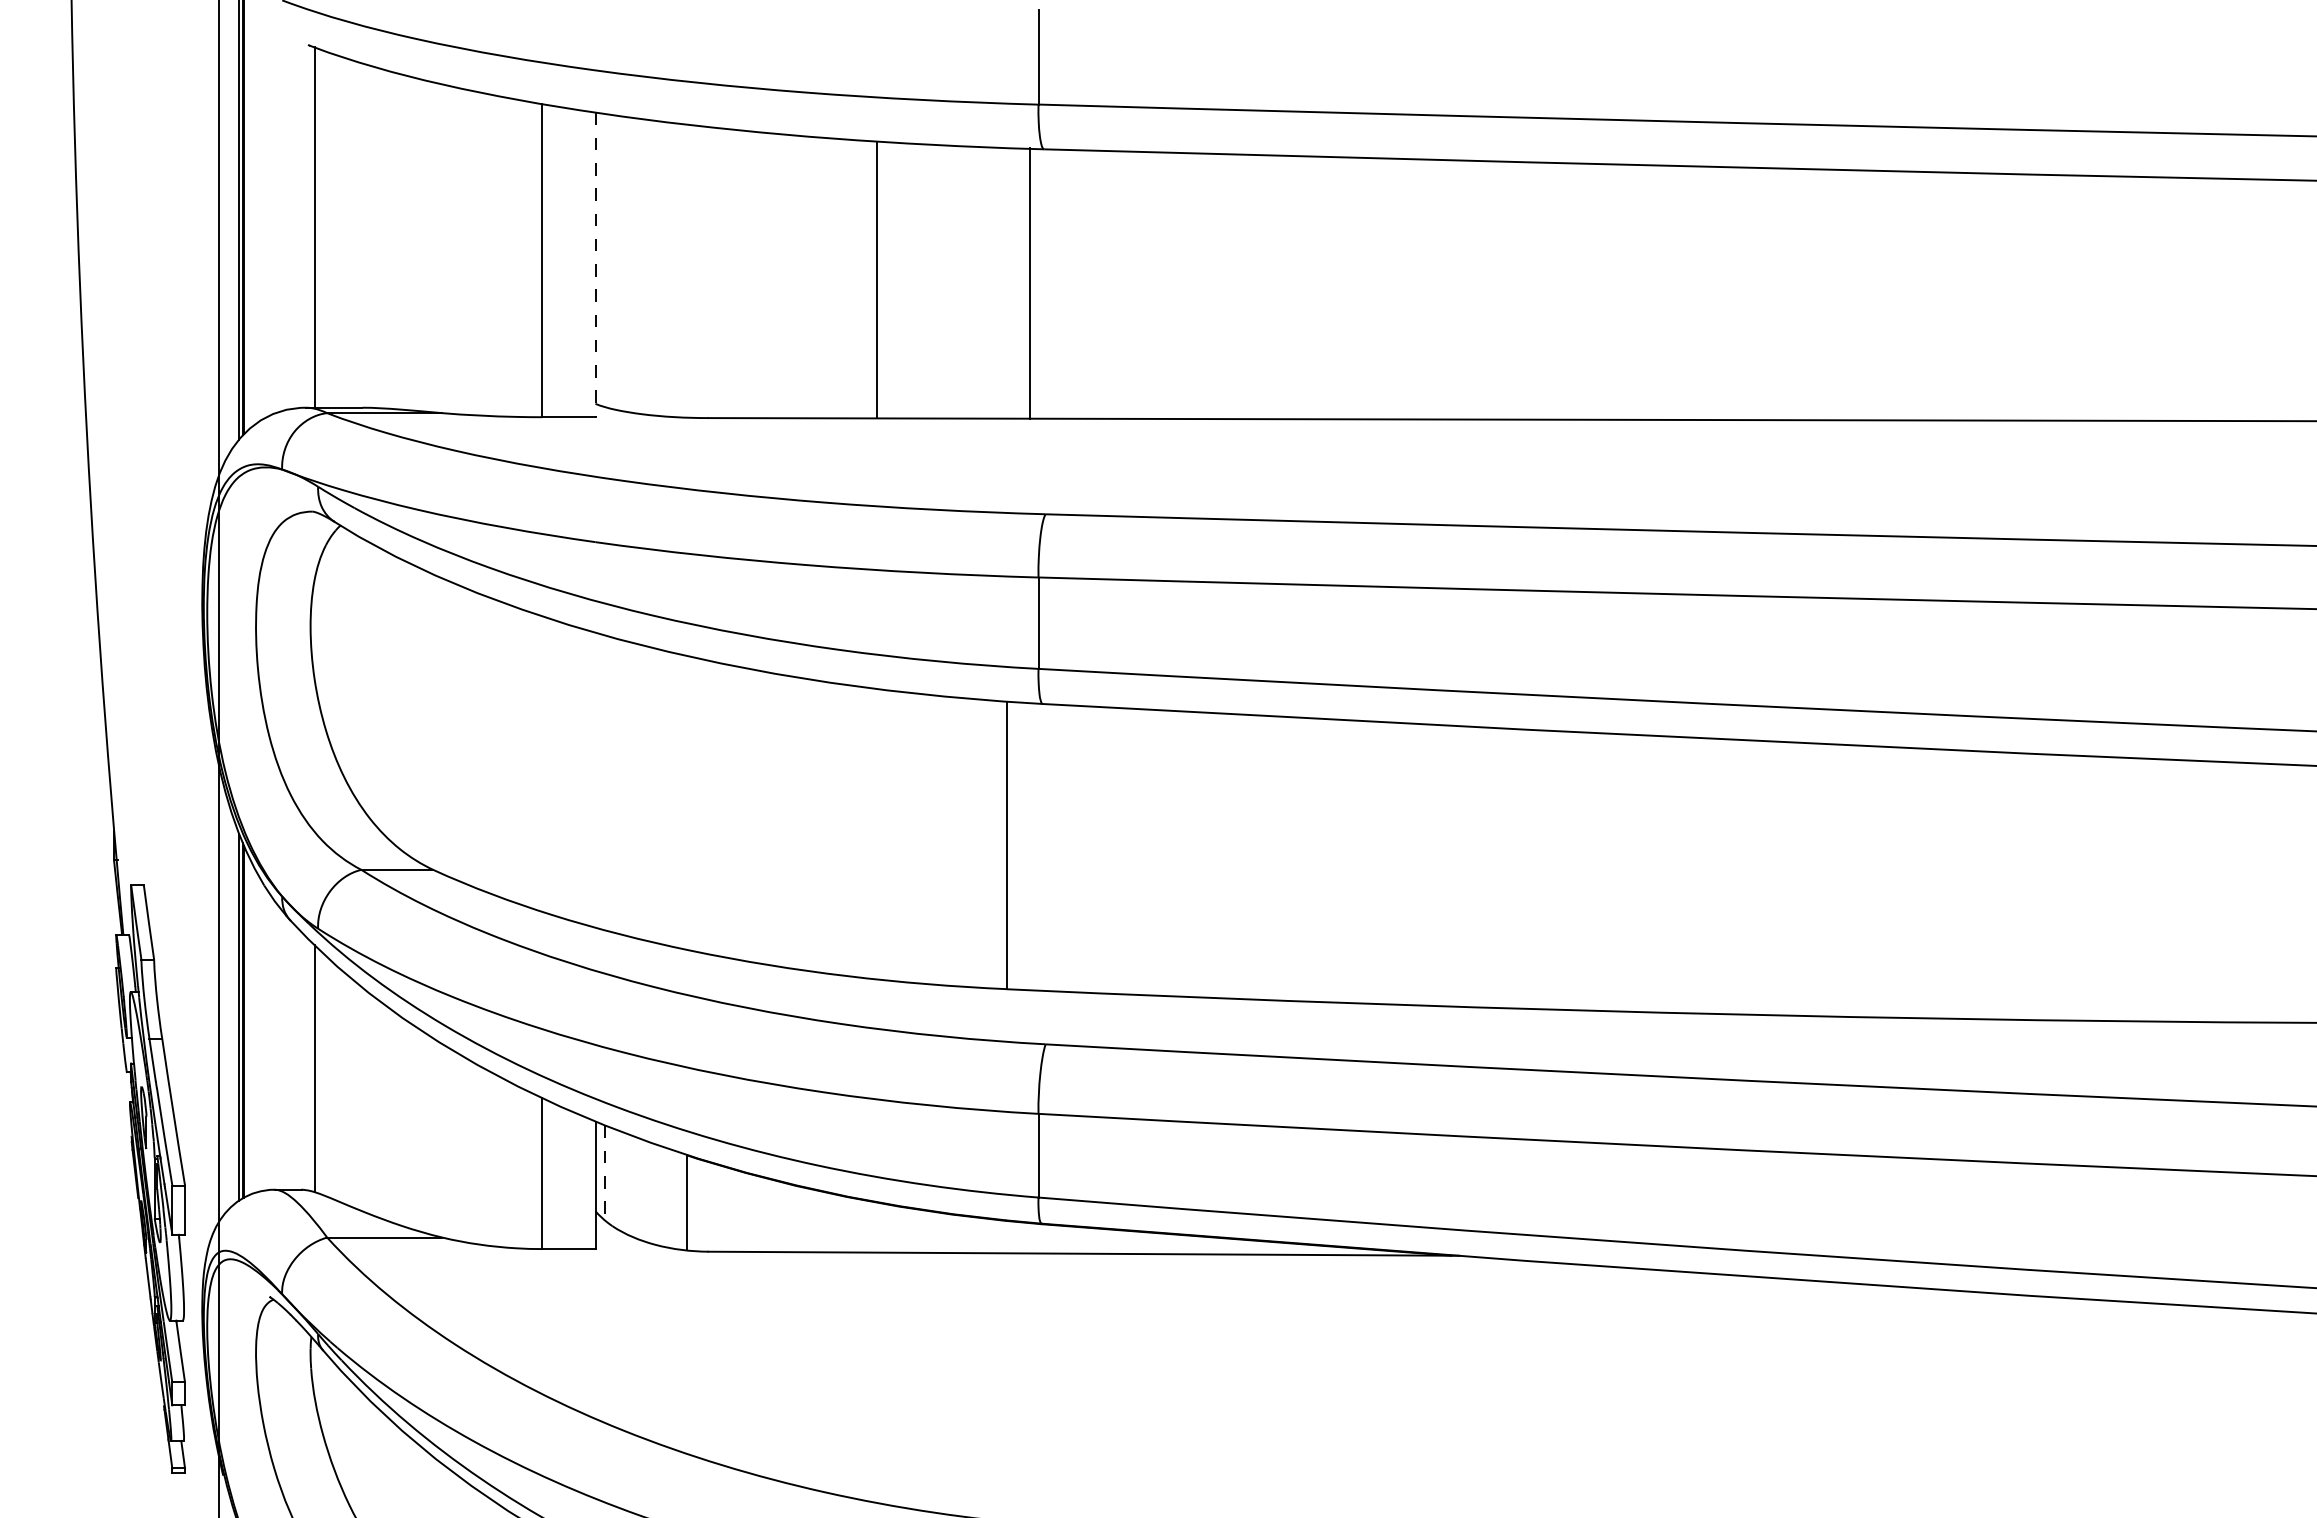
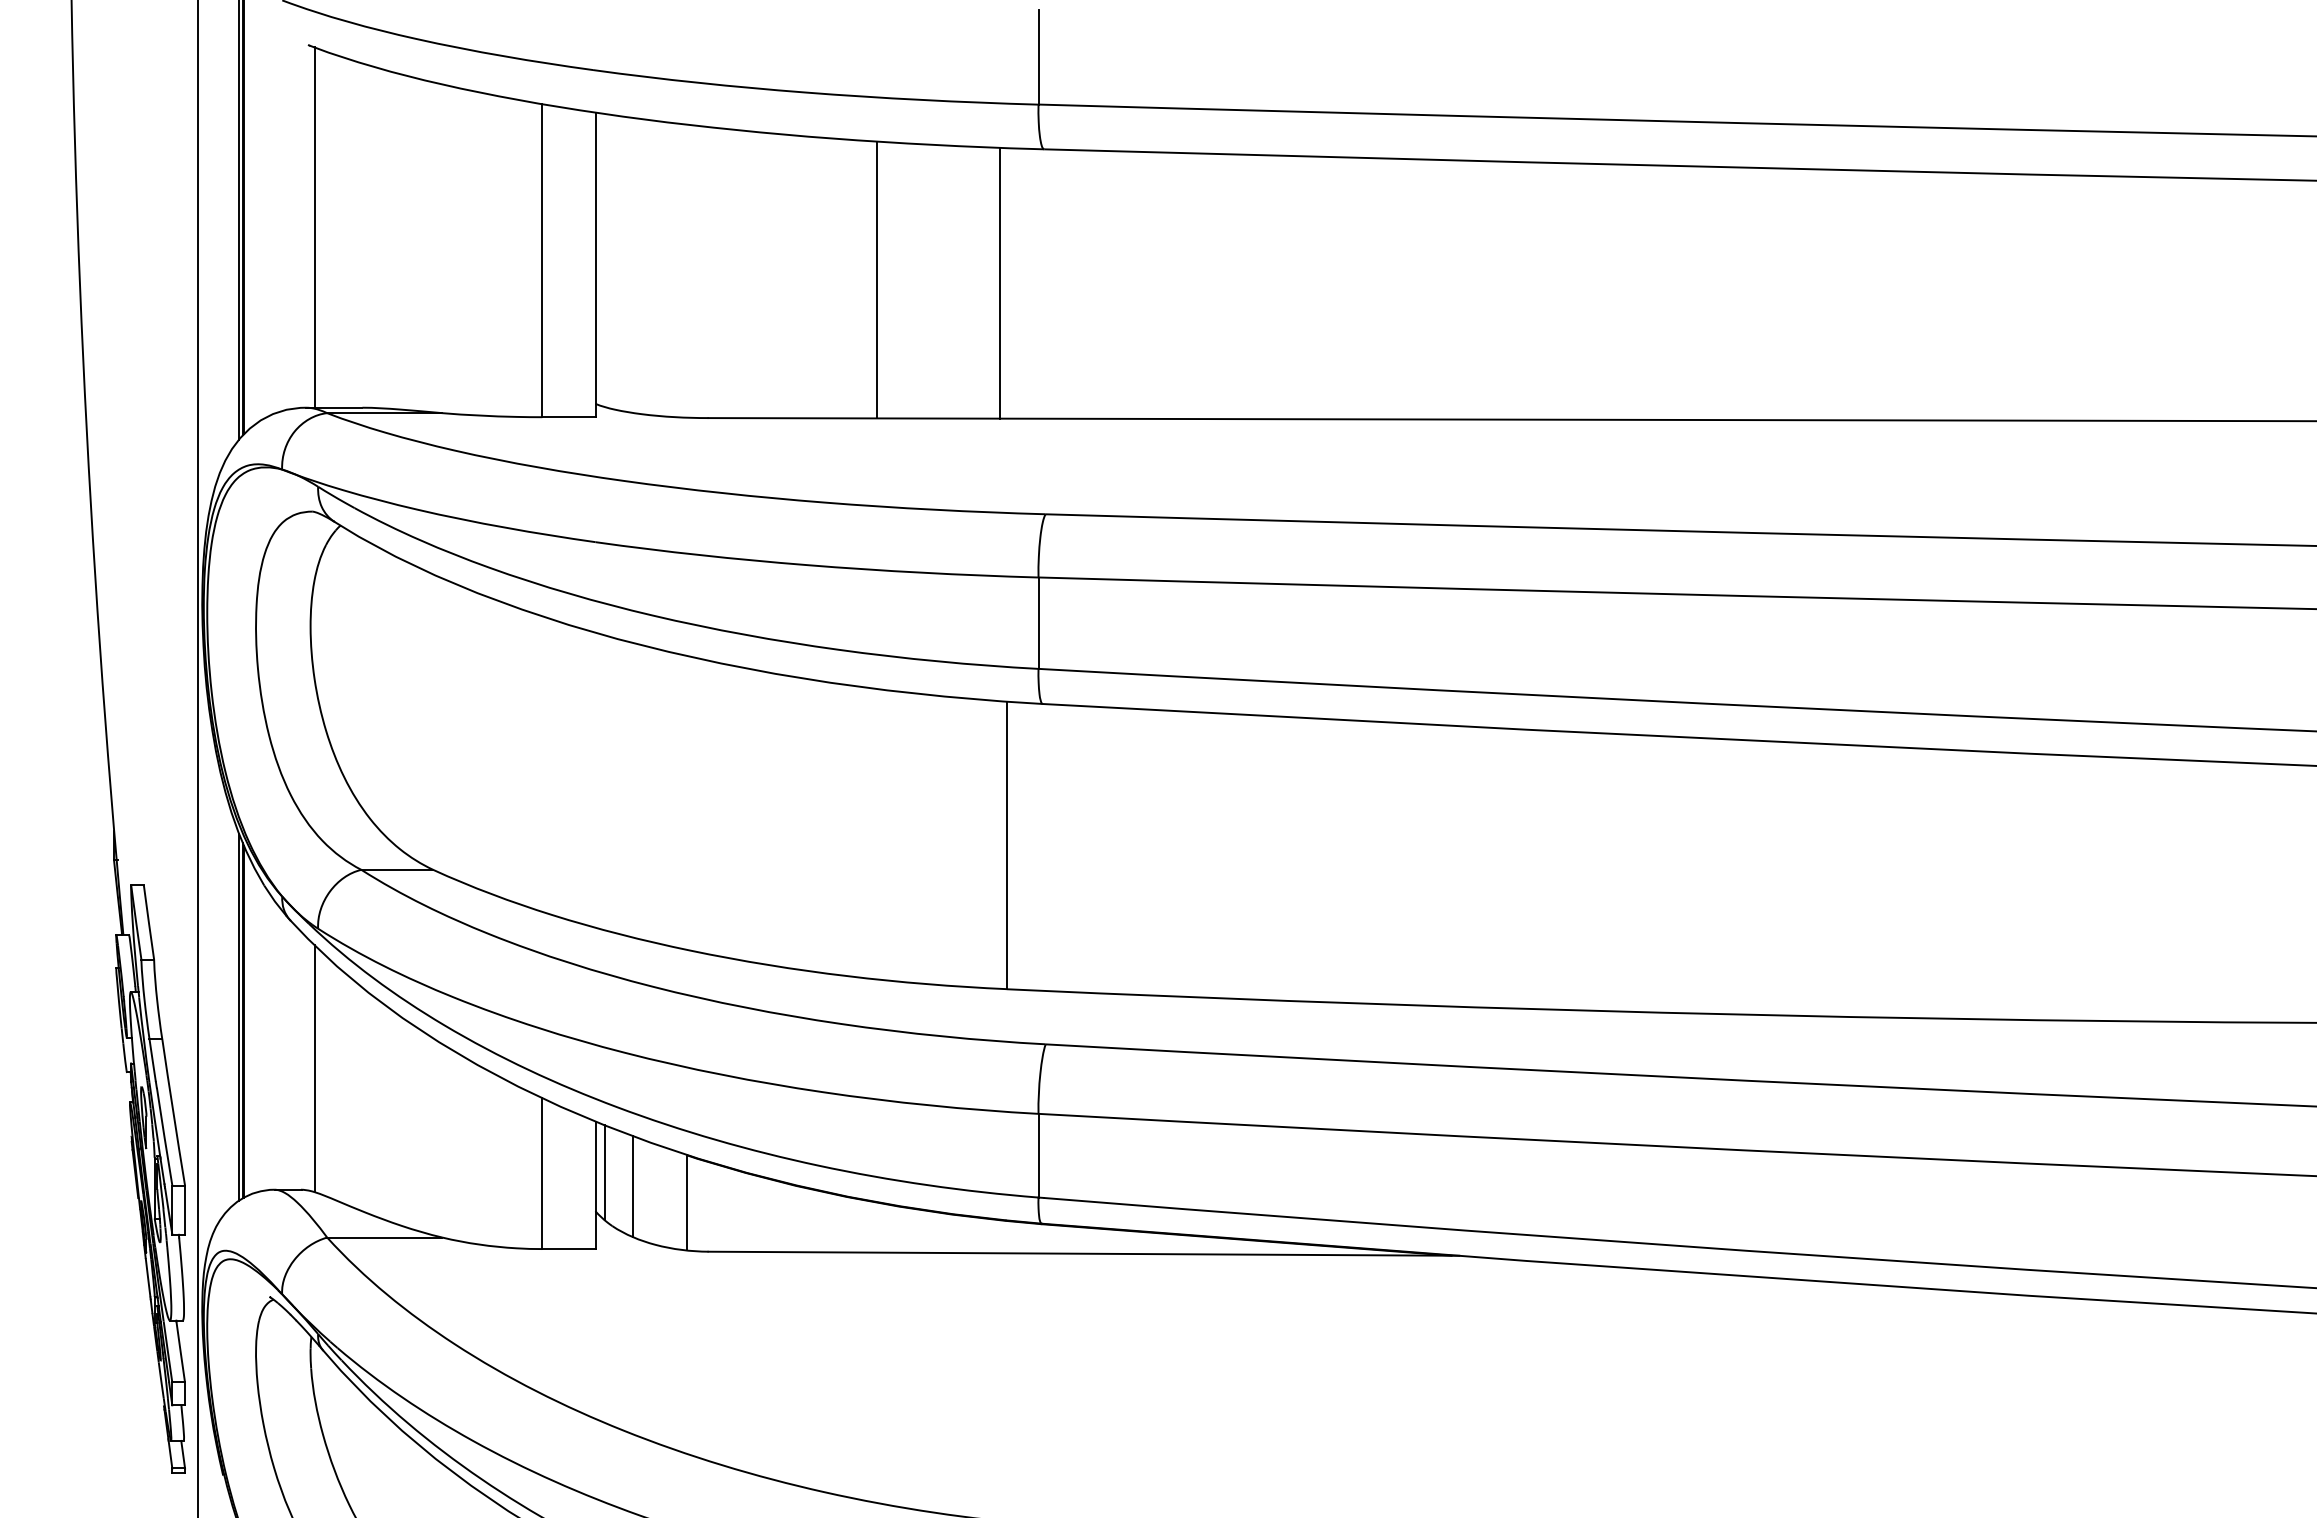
line at (595, 265): dashed -> solid
line at (1030, 282) position: (1030, 282) -> (1000, 282)
line at (219, 758) position: (219, 758) -> (198, 758)
line at (604, 1173): dashed -> solid
line at (632, 1186): none -> present
